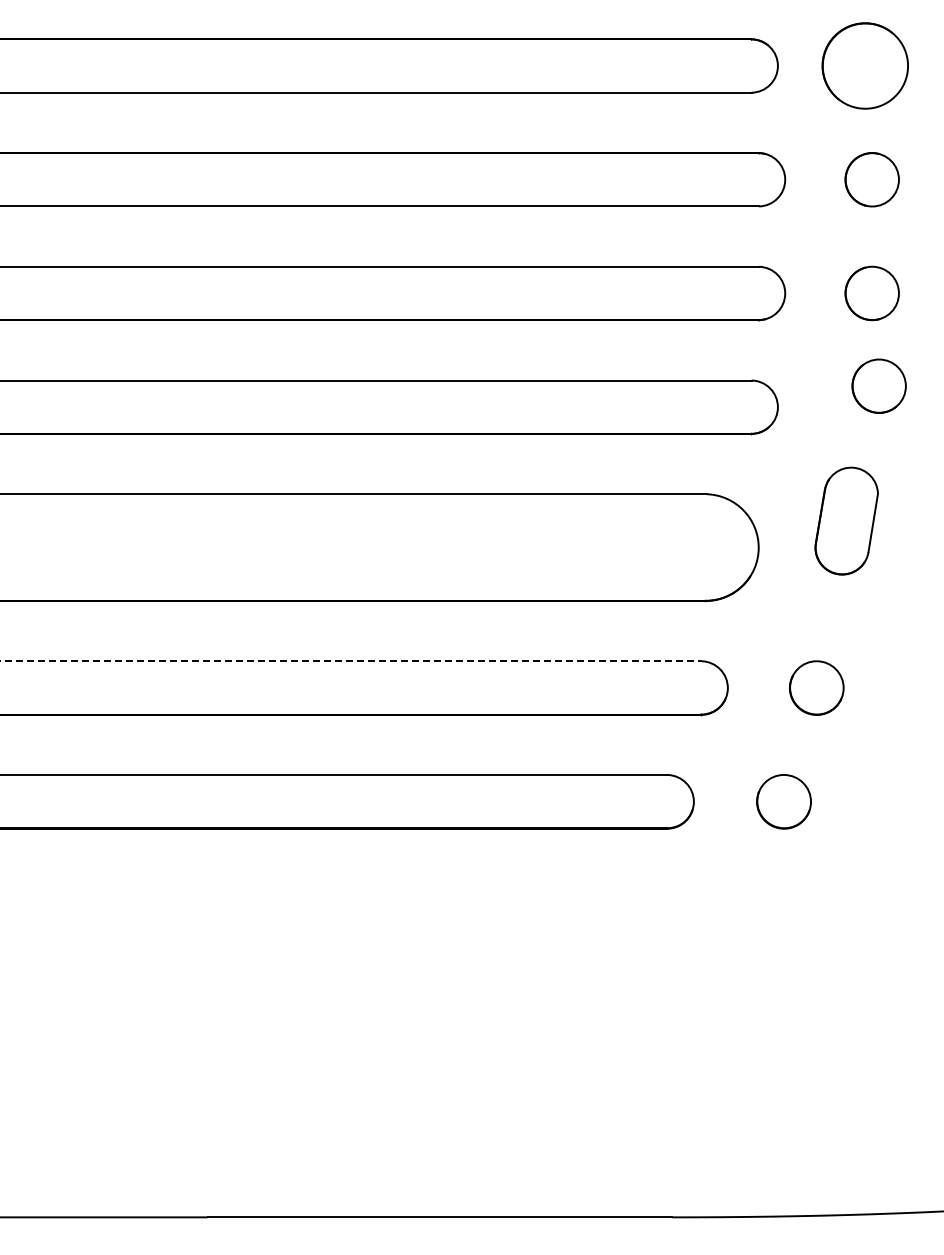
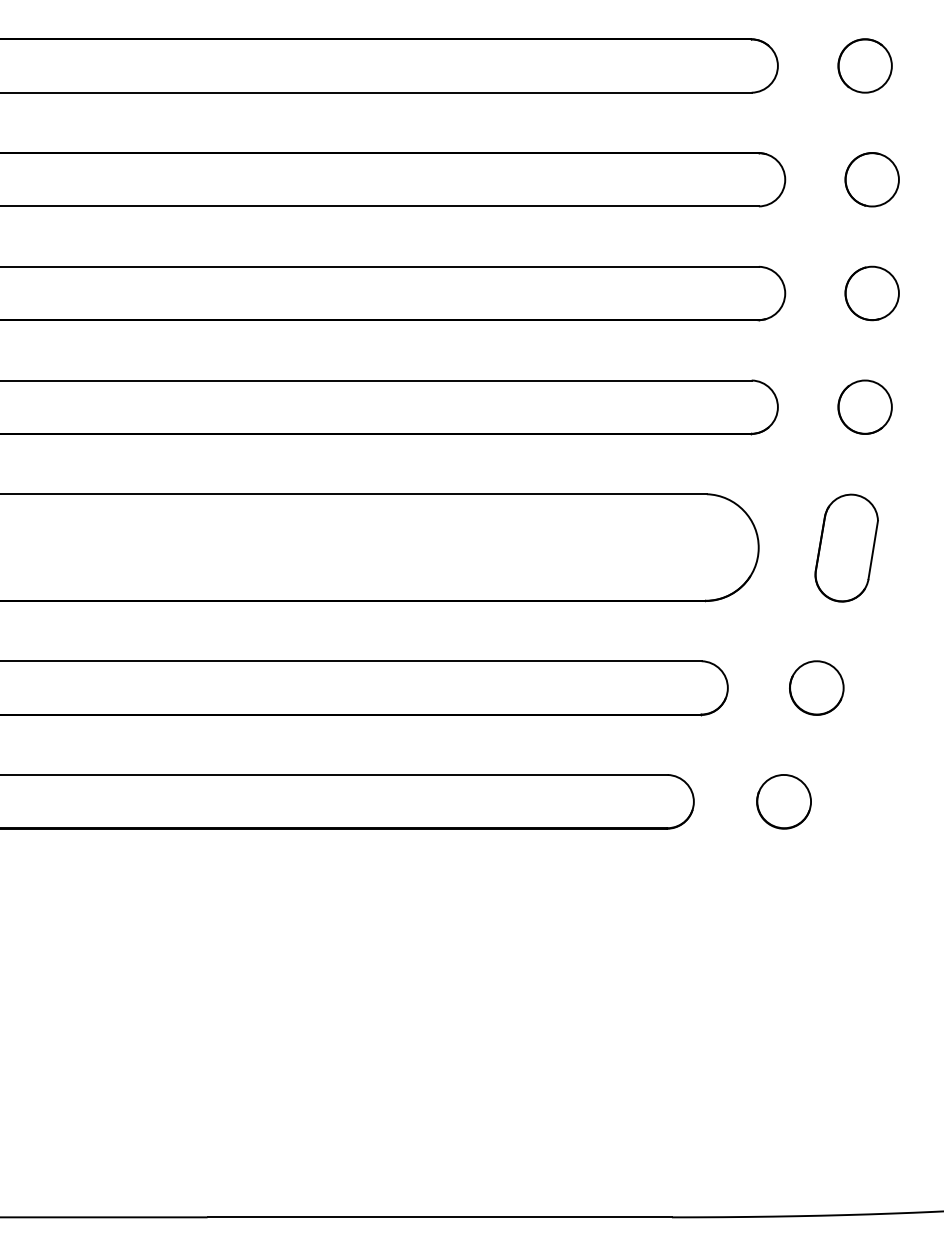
part at (864, 65) size: 88x88 px -> 56x56 px
part at (878, 385) position: (878, 385) -> (864, 406)
part at (846, 520) position: (846, 520) -> (846, 547)
line at (351, 661): dashed -> solid
